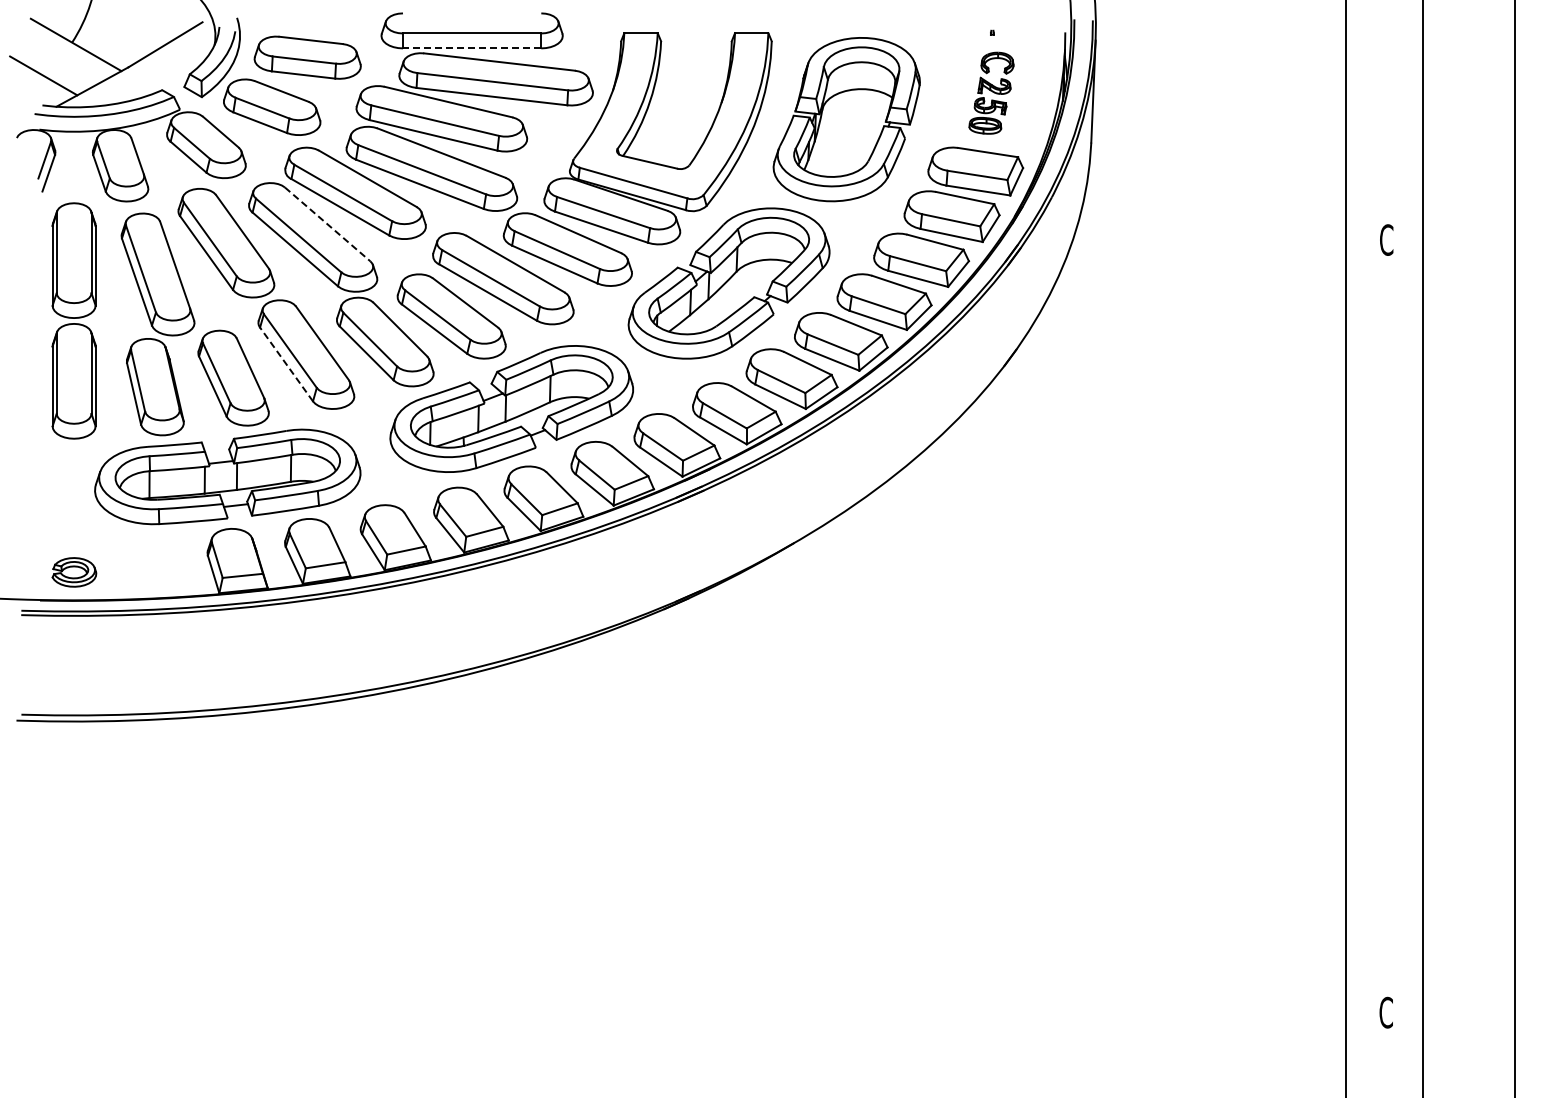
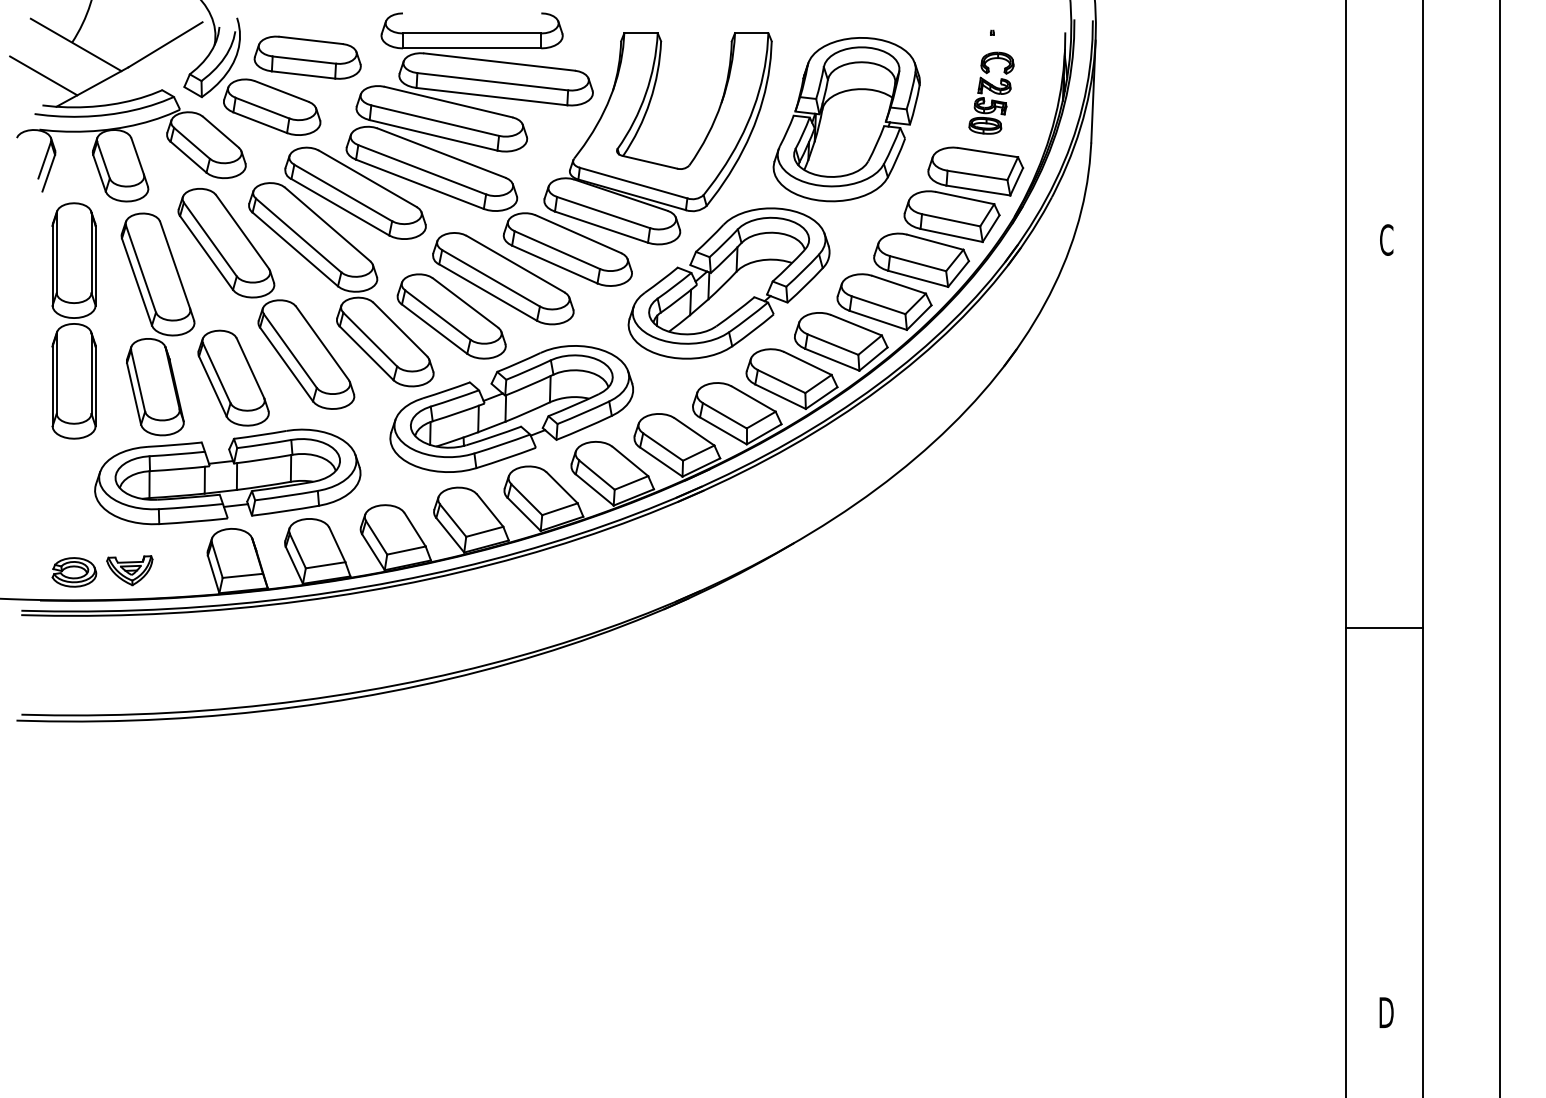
line at (471, 48): dashed -> solid
line at (328, 224): dashed -> solid
line at (286, 364): dashed -> solid
line at (1514, 548) position: (1514, 548) -> (1499, 548)
part at (129, 570): none -> present
line at (1383, 627): none -> present
text at (1386, 1012): C -> D
